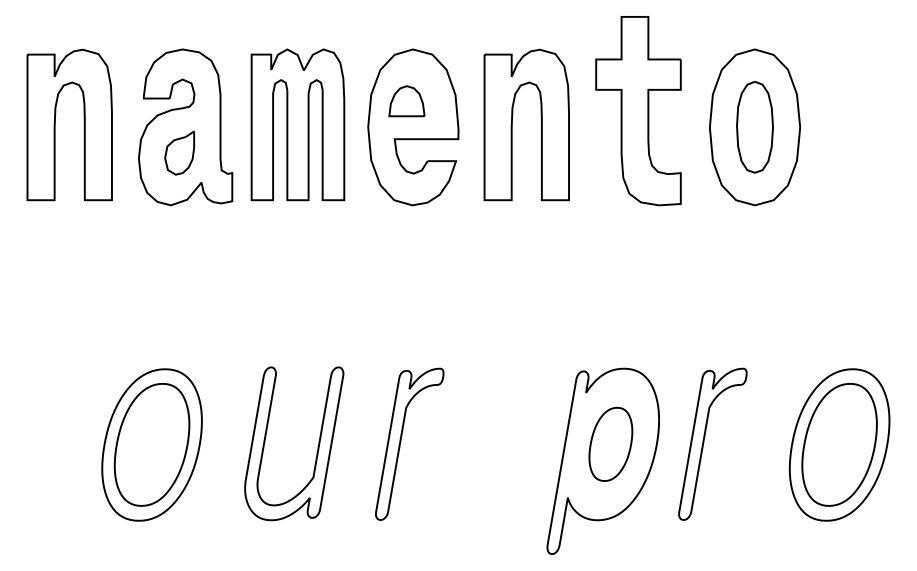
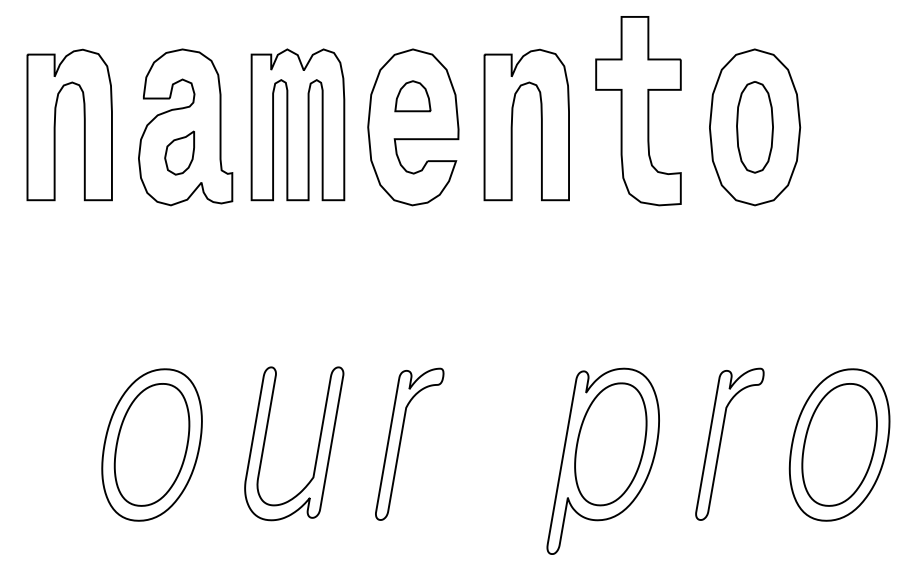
part at (406, 101) position: (406, 101) -> (412, 96)
part at (610, 443) size: 46x76 px -> 74x125 px
part at (704, 443) position: (704, 443) -> (721, 443)
